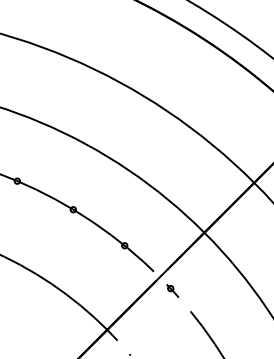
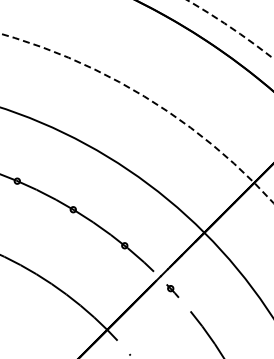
arc at (231, 28): solid -> dashed
circle at (136, 118): solid -> dashed
